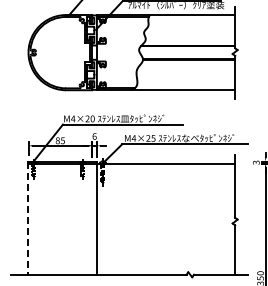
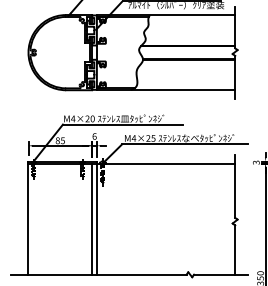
line at (28, 218): dashed -> solid
line at (92, 218): none -> present
